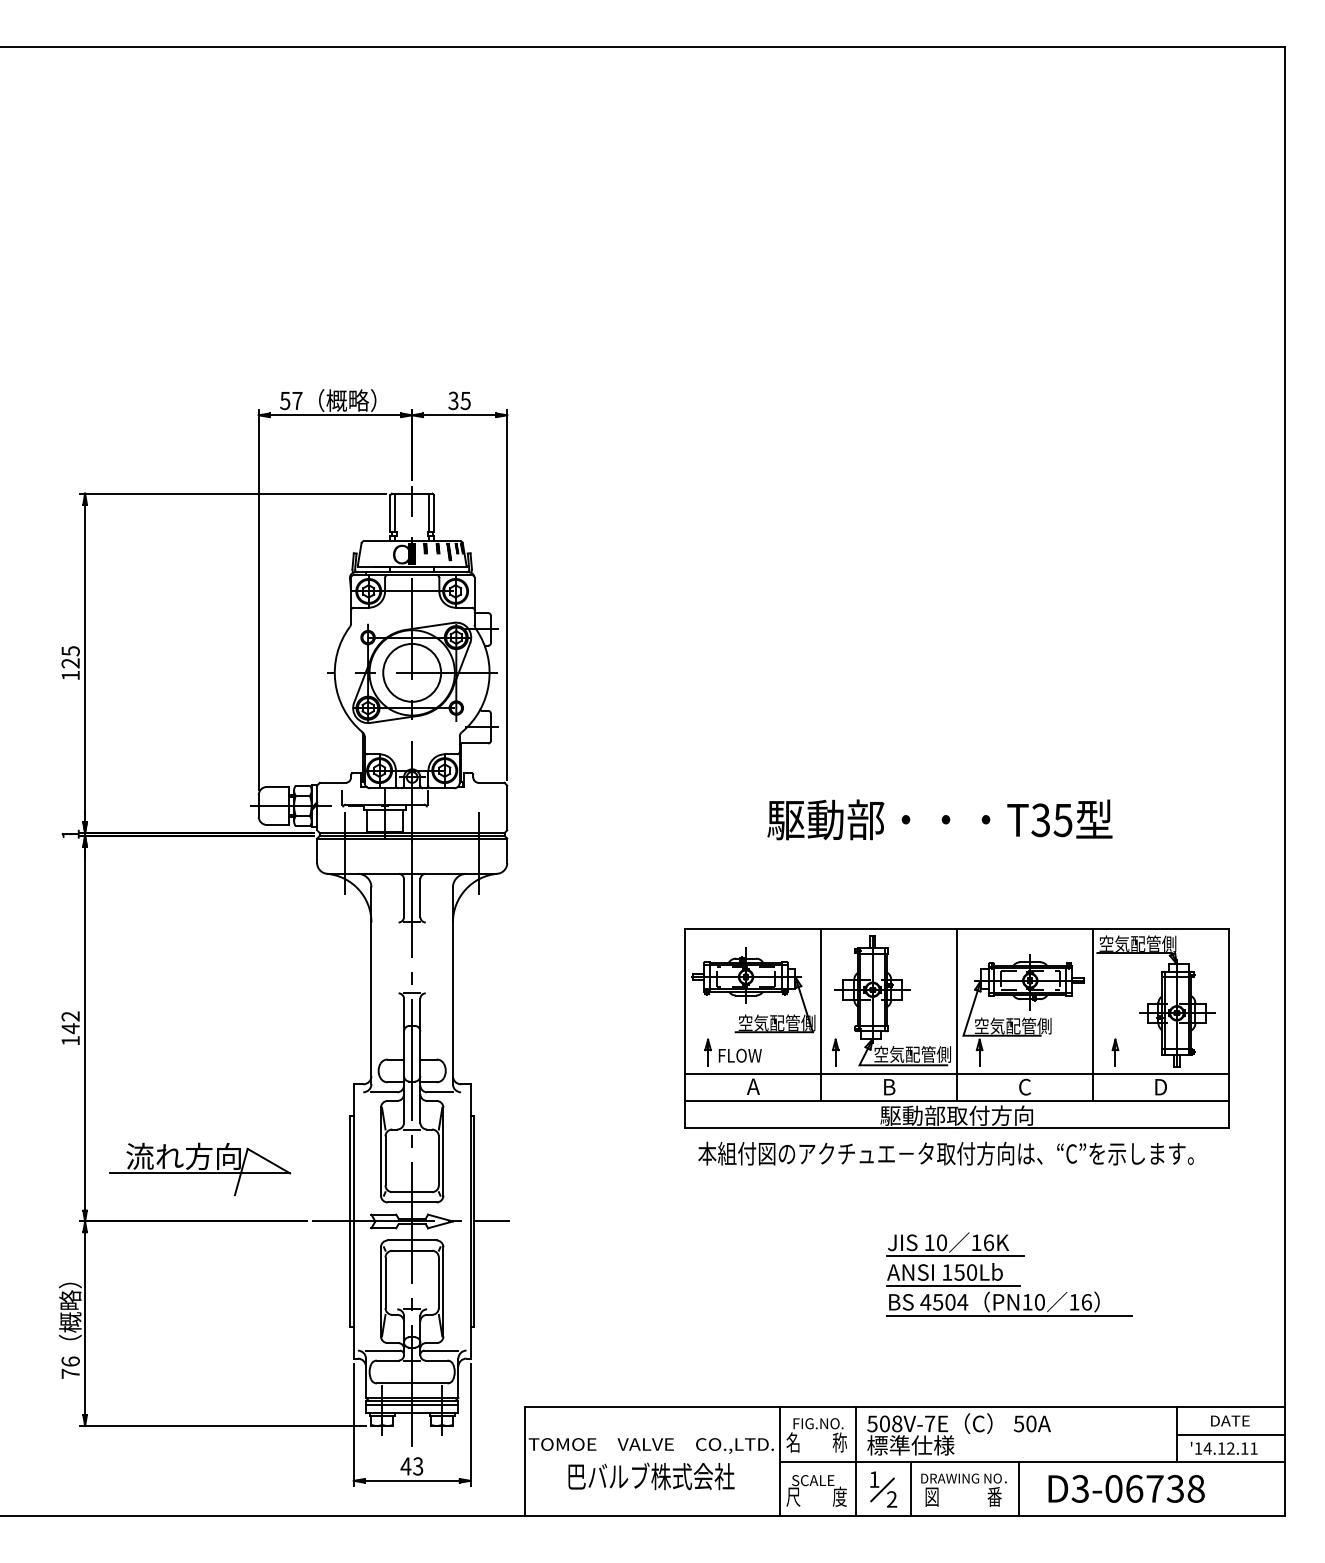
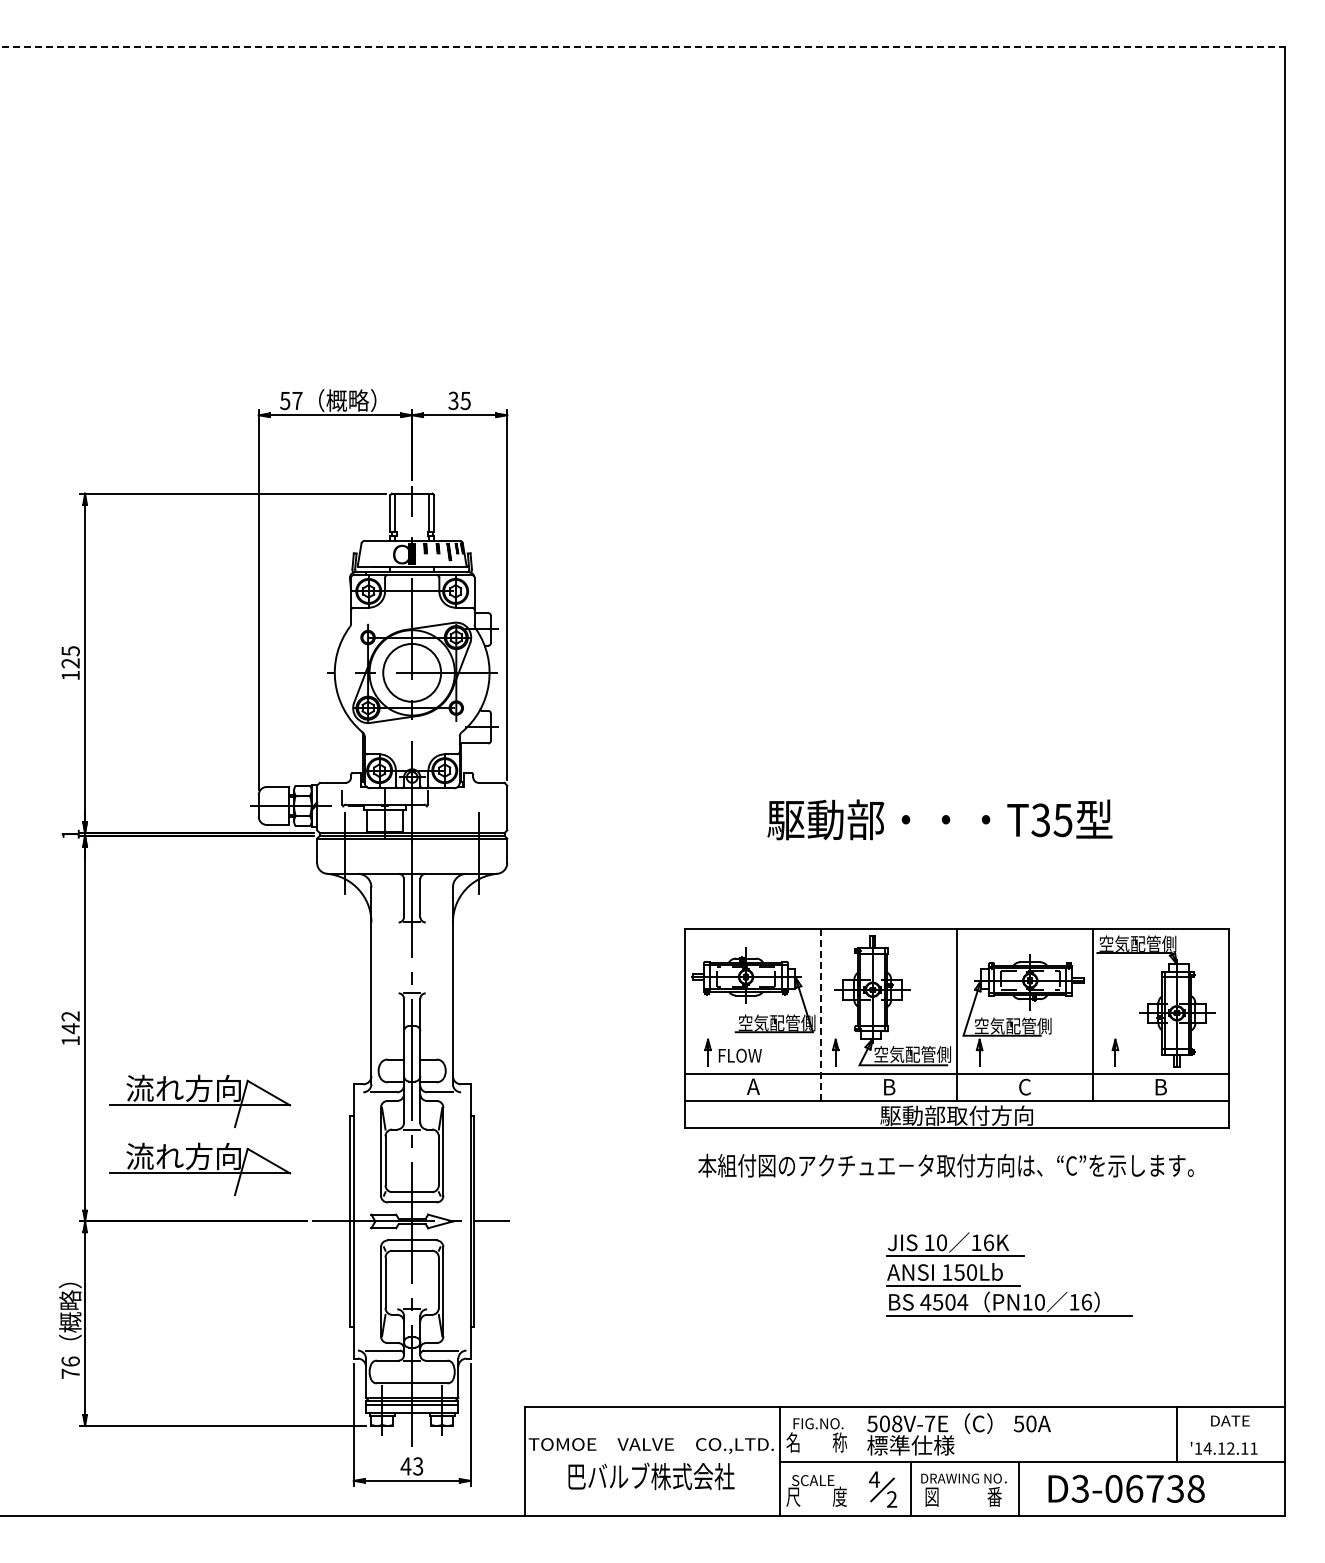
line at (643, 46): solid -> dashed
line at (821, 1015): solid -> dashed
text at (1160, 1087): D -> B
part at (200, 1101): none -> present
text at (945, 1153) position: (945, 1153) -> (945, 1165)
line at (1230, 1434): present -> none
line at (856, 1461): present -> none
text at (873, 1479): 1 -> 4
